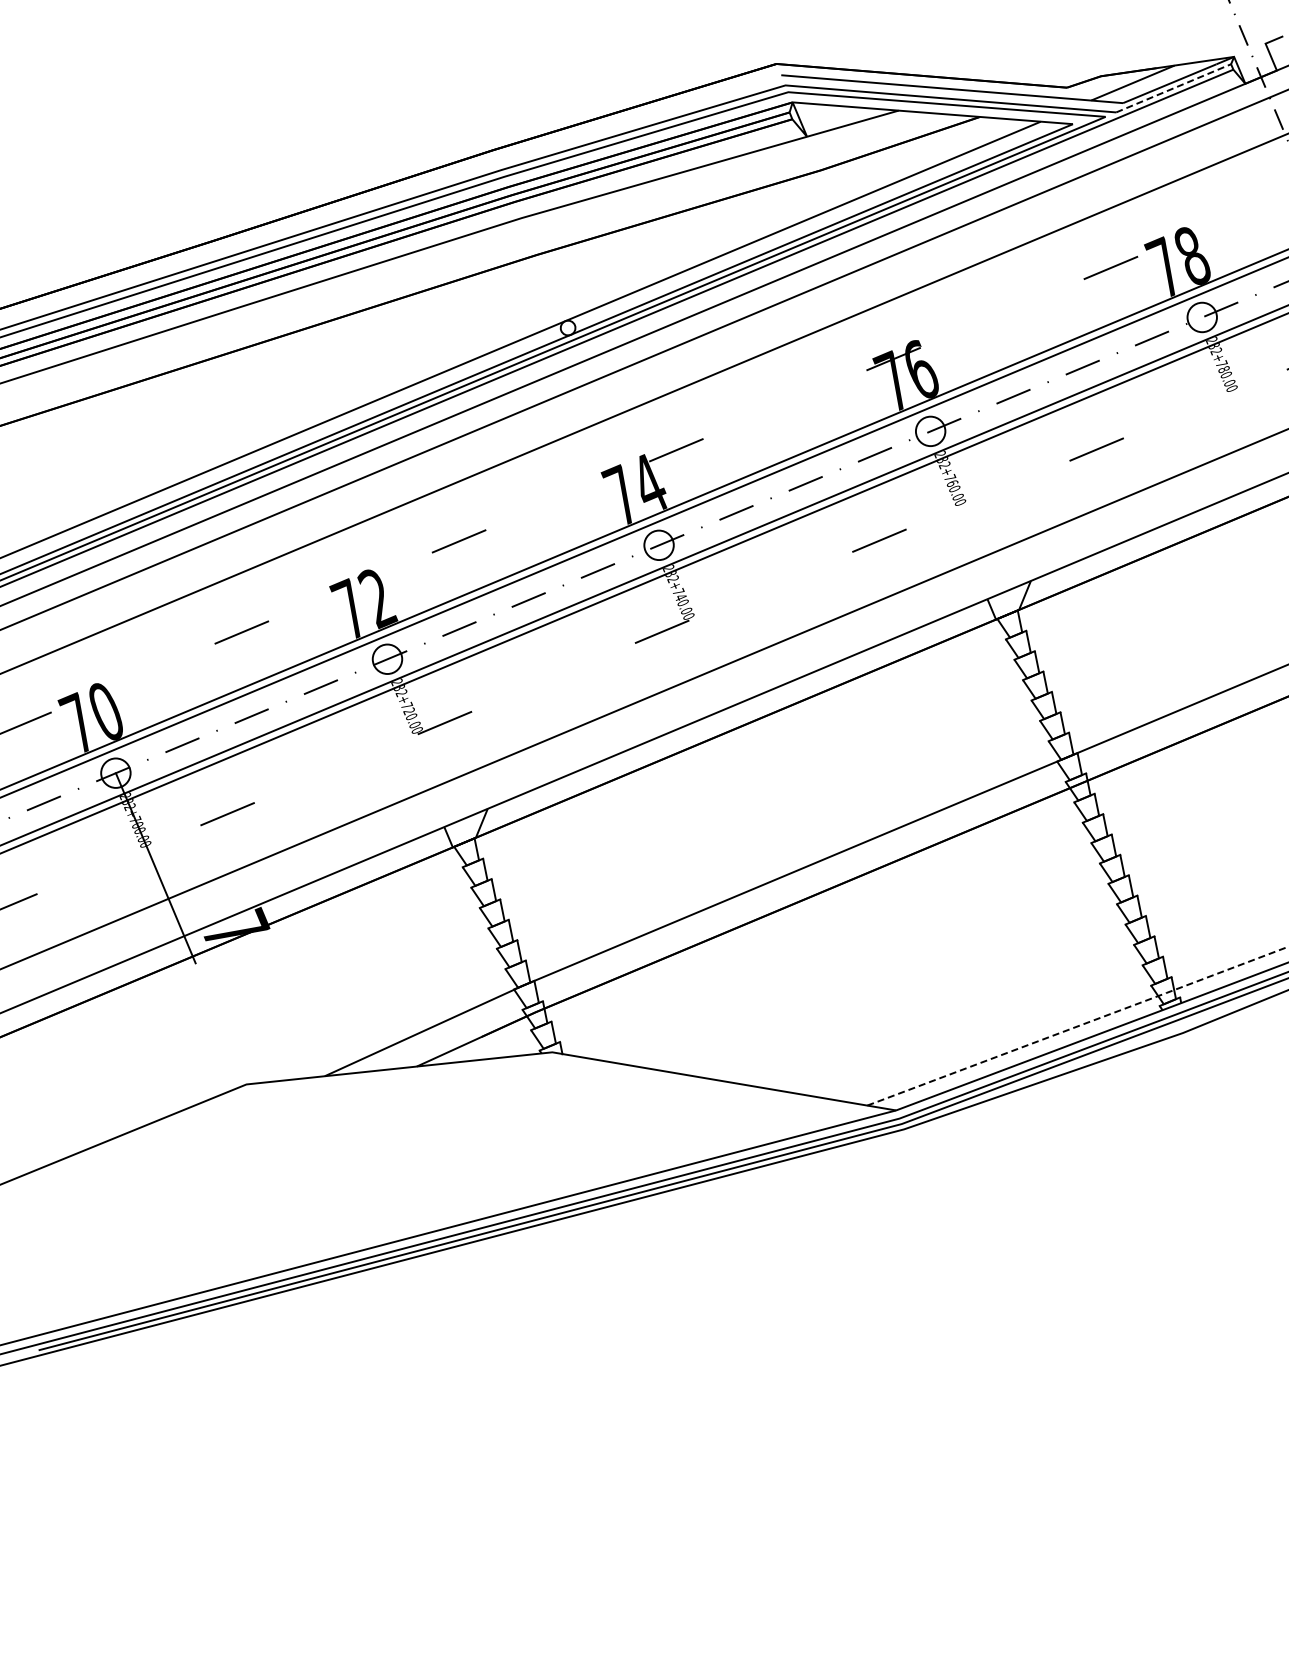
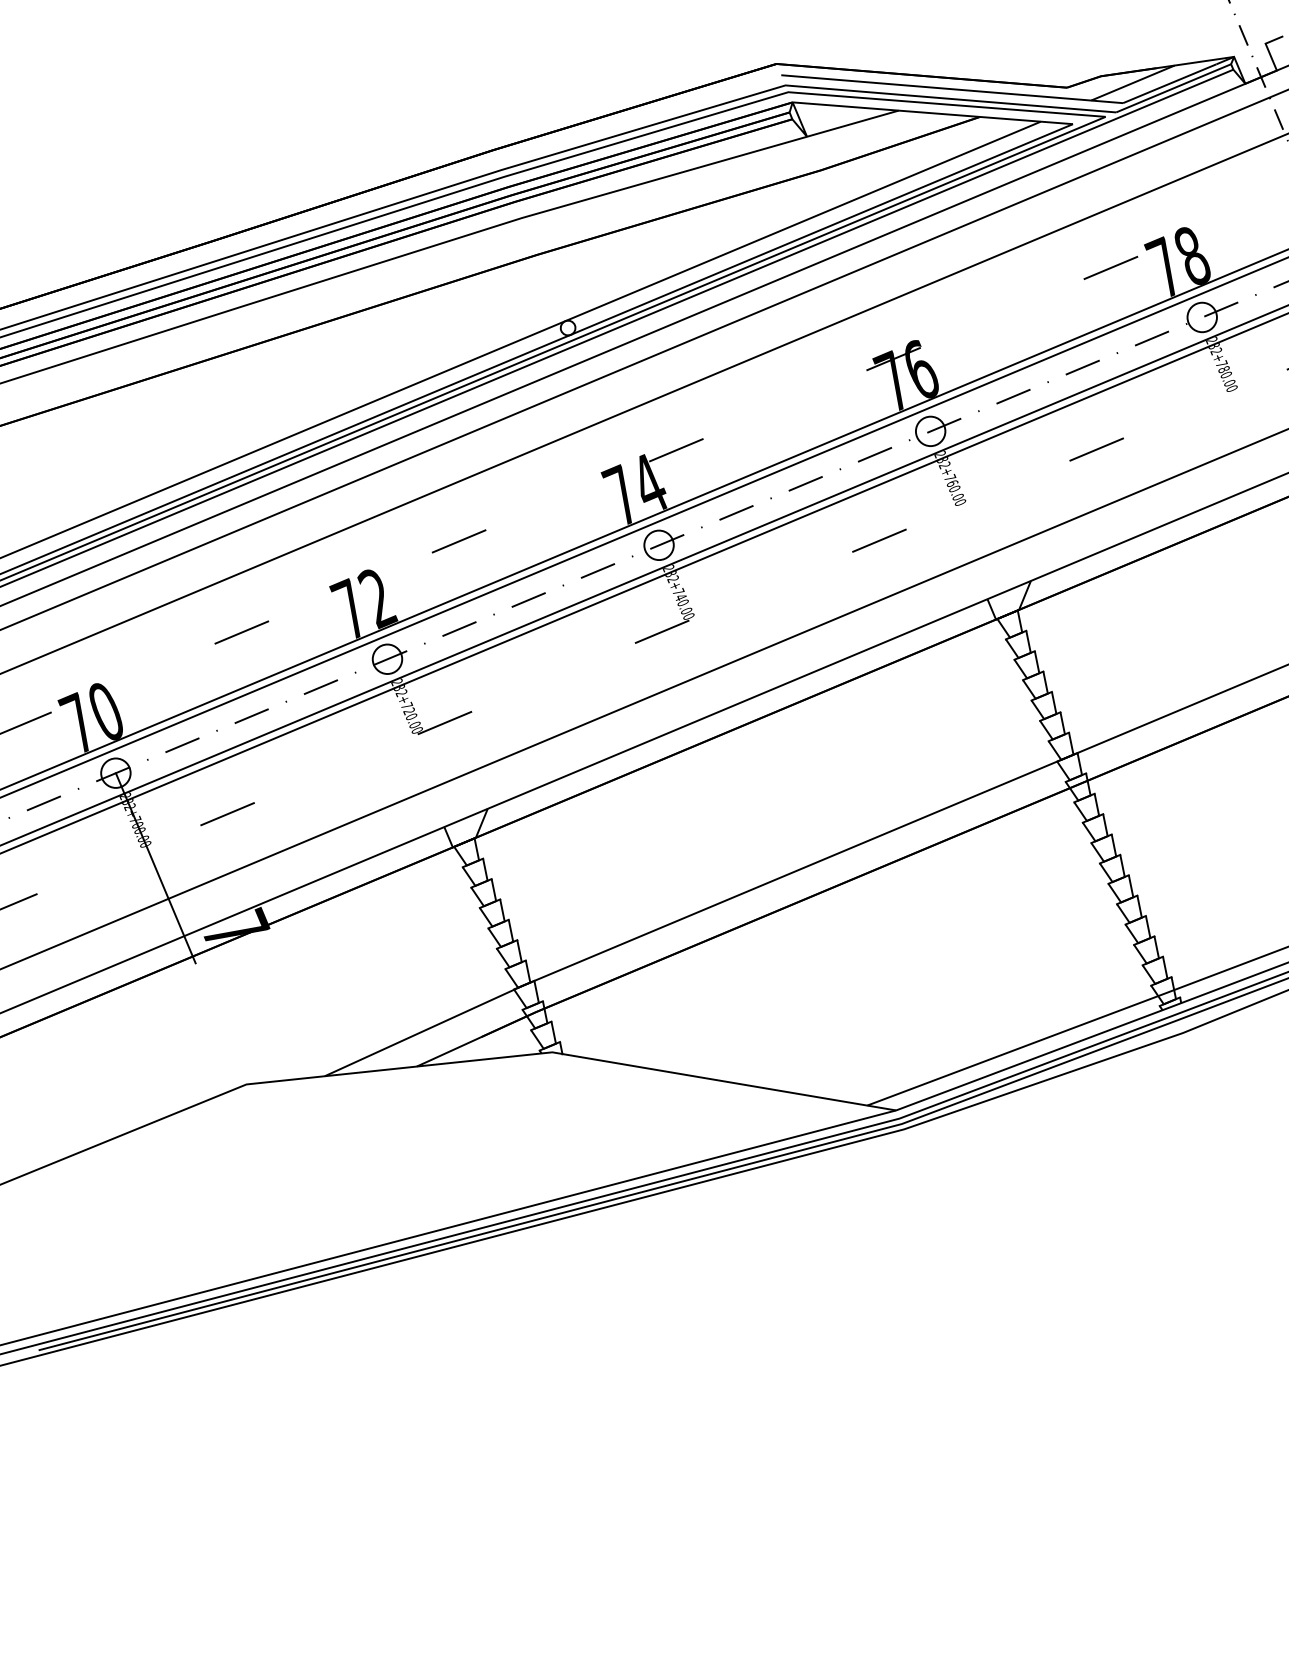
line at (1174, 88): dashed -> solid
line at (1078, 1026): dashed -> solid
